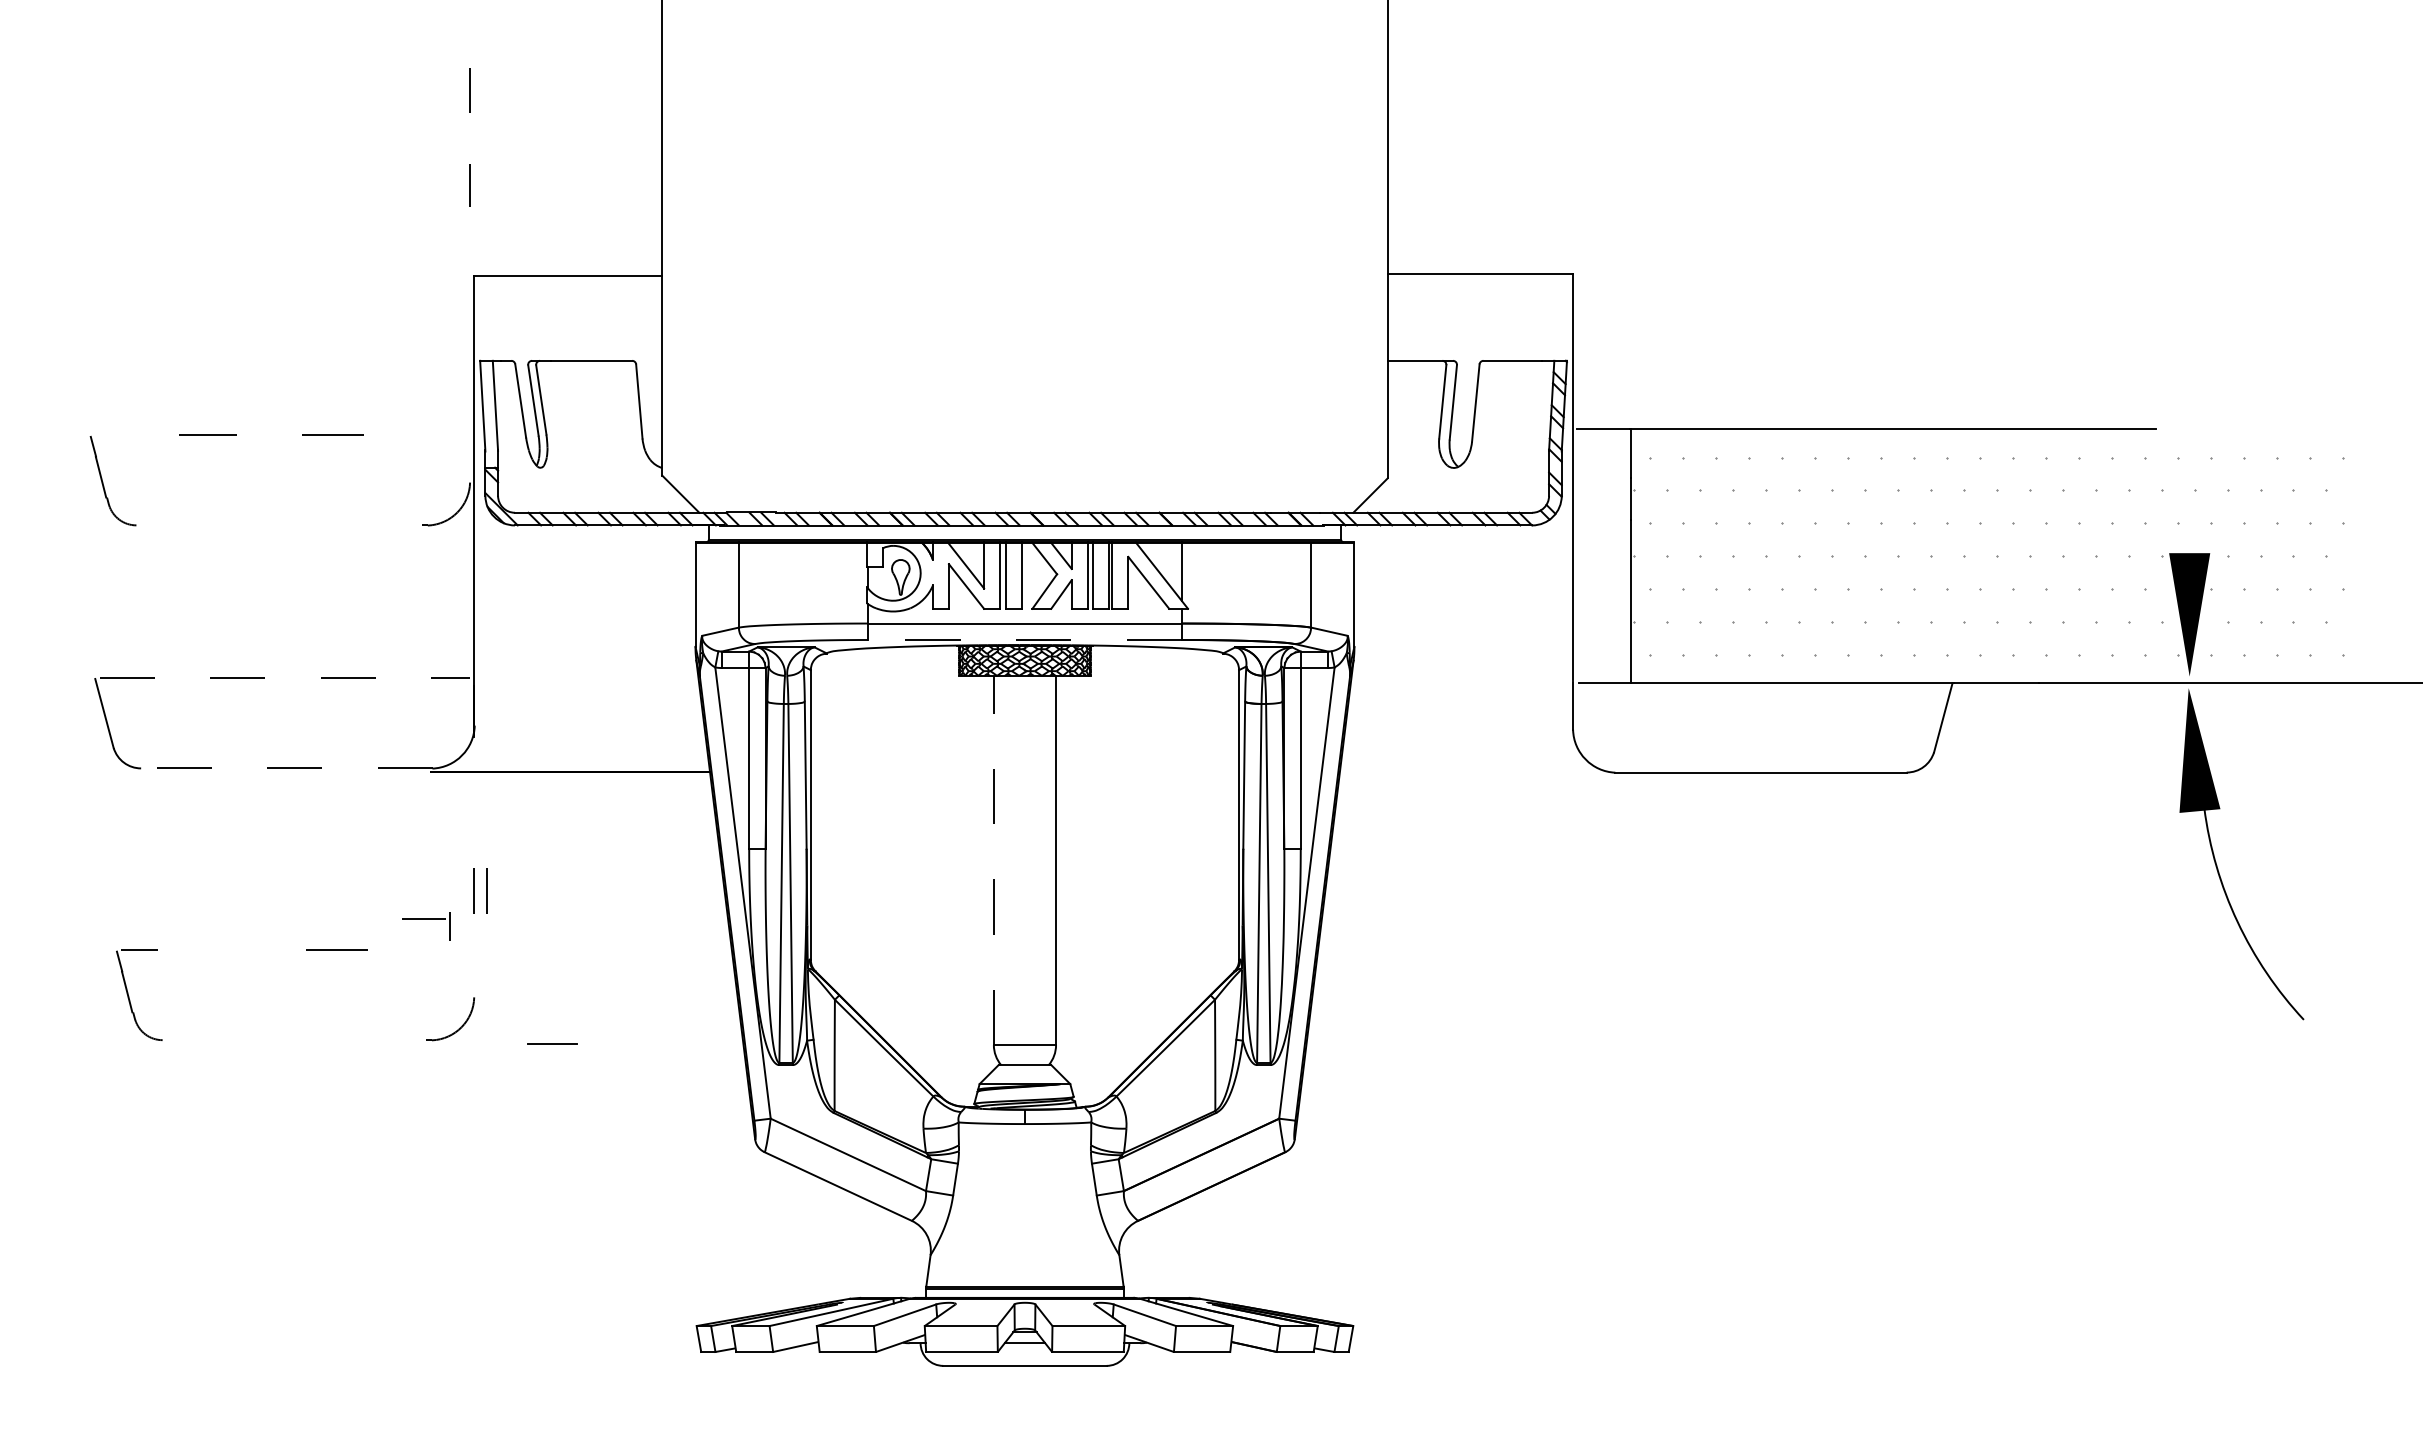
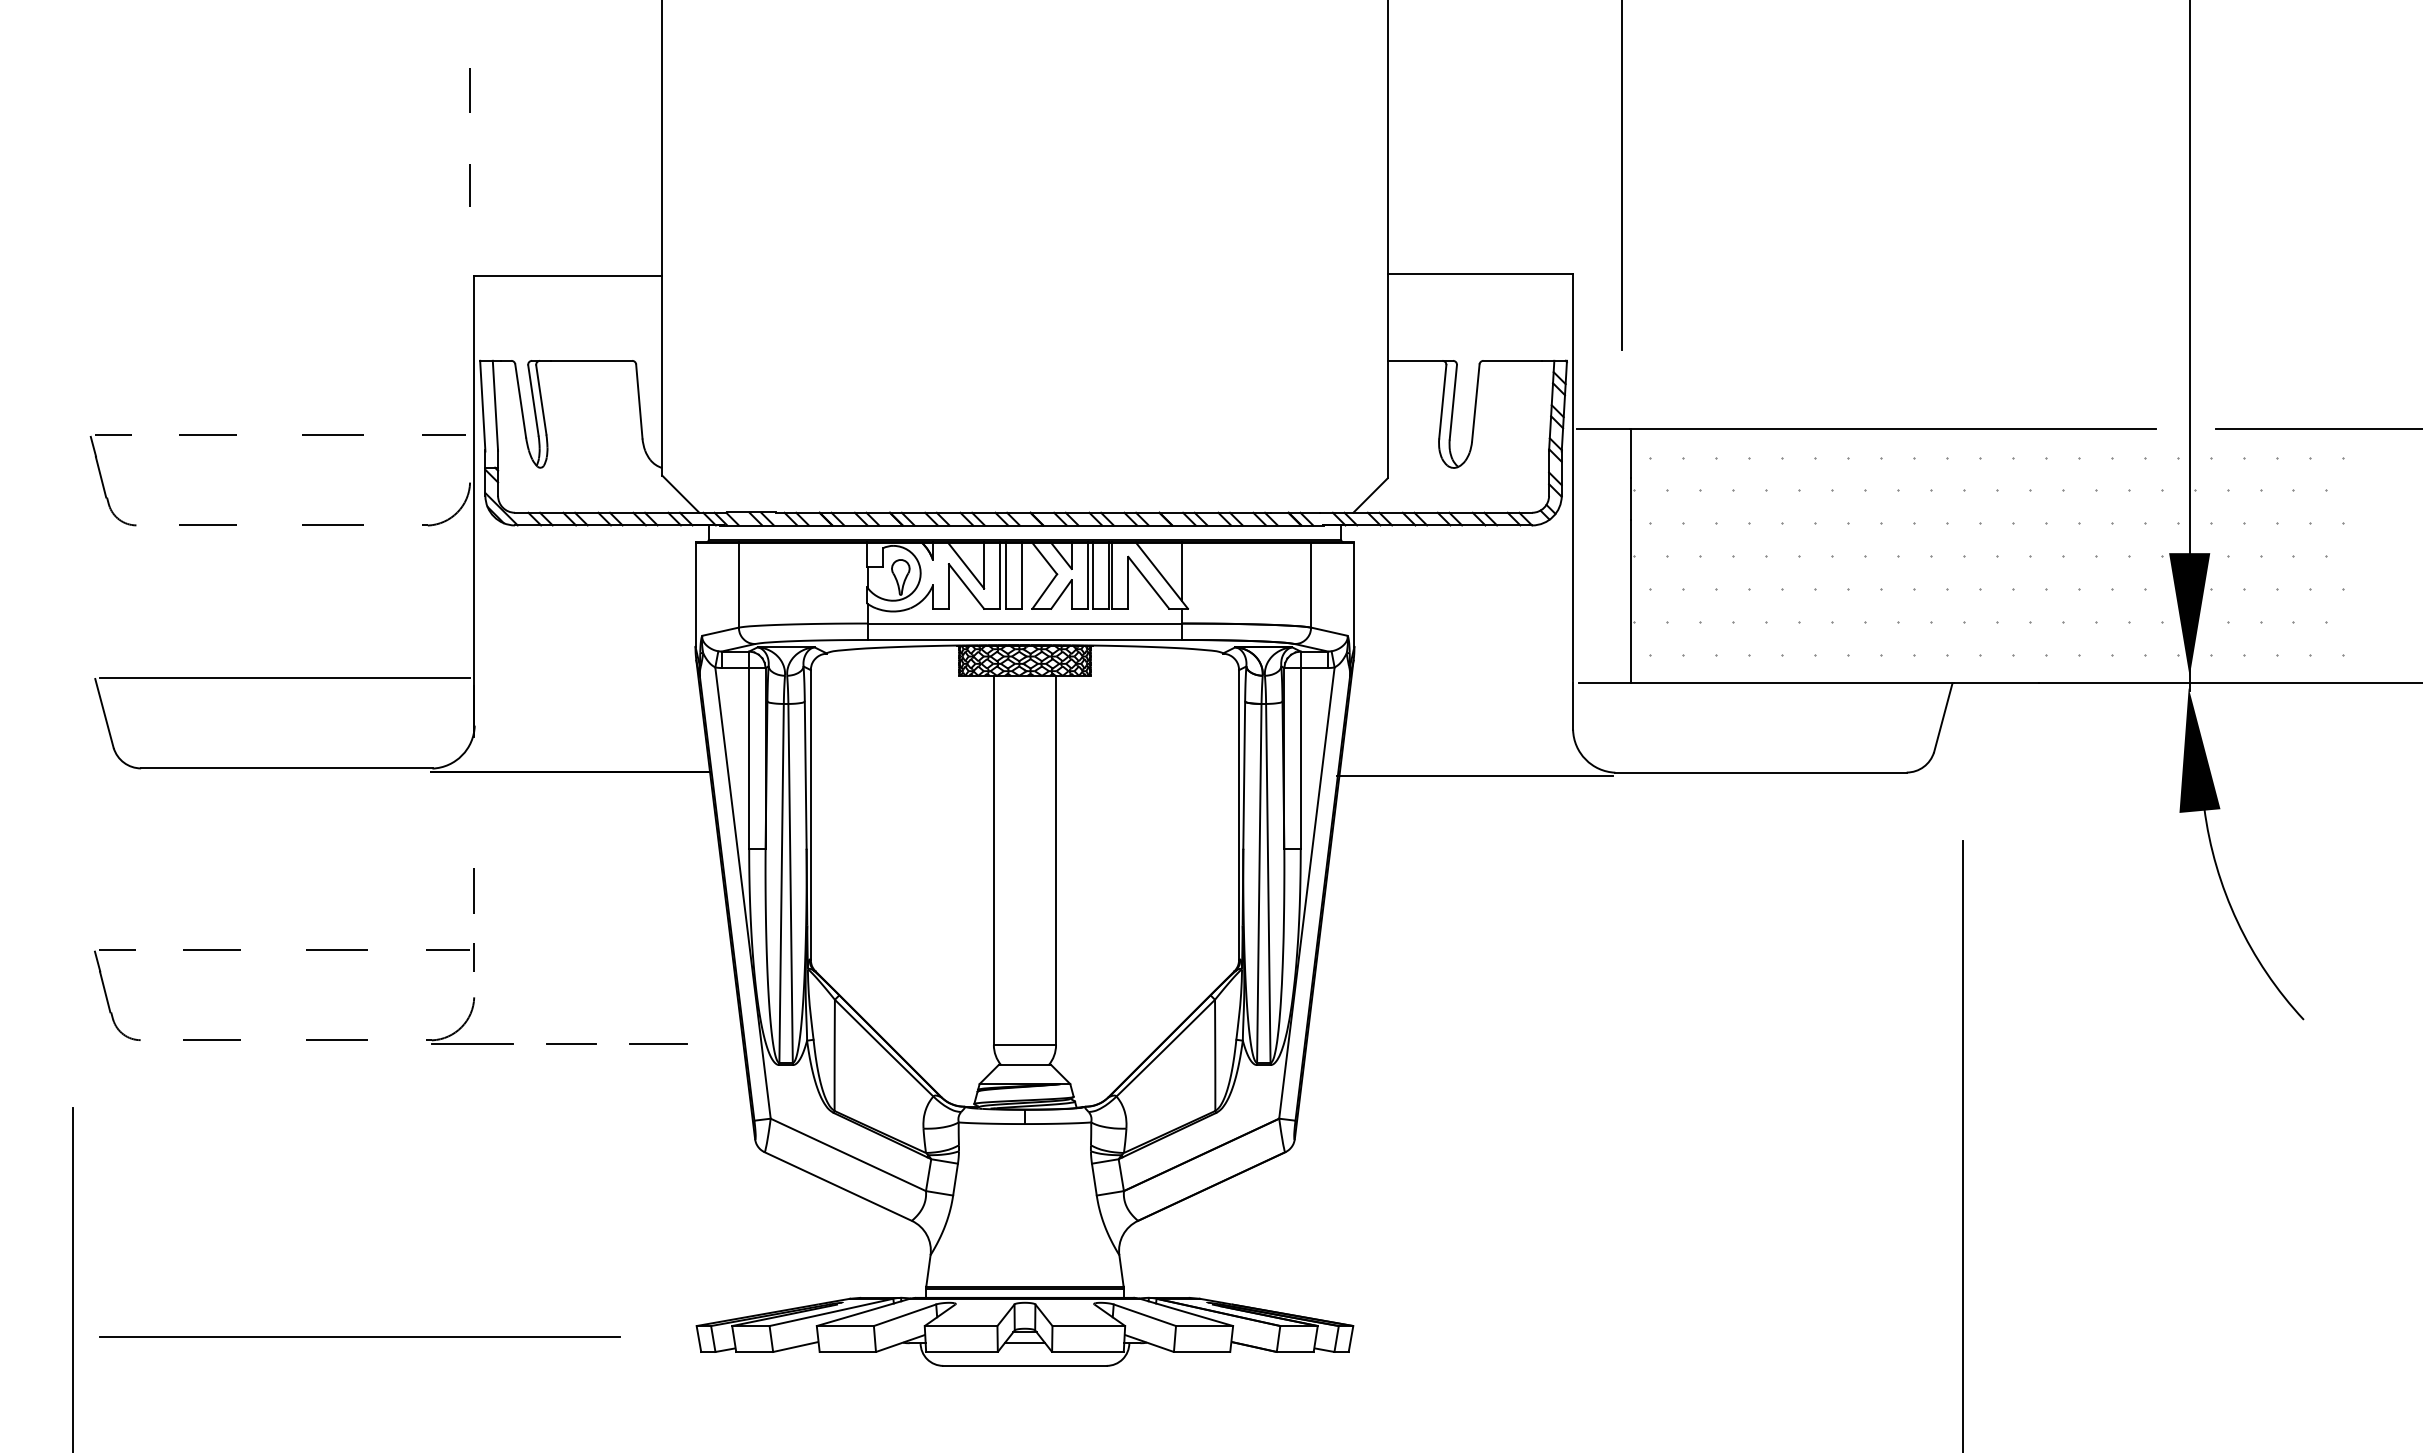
line at (1621, 175): none -> present
line at (2189, 346): none -> present
line at (2317, 428): none -> present
line at (112, 435): none -> present
line at (443, 435): none -> present
line at (207, 525): none -> present
line at (333, 525): none -> present
line at (1024, 640): dashed -> solid
line at (285, 678): dashed -> solid
line at (287, 768): dashed -> solid
line at (1475, 776): none -> present
line at (993, 860): dashed -> solid
line at (486, 890): present -> none
part at (426, 919) position: (426, 919) -> (450, 950)
line at (211, 949): none -> present
part at (129, 996) position: (129, 996) -> (107, 996)
line at (211, 1040): none -> present
line at (337, 1040): none -> present
line at (552, 1043) position: (552, 1043) -> (571, 1043)
line at (472, 1044): none -> present
line at (657, 1044): none -> present
line at (1963, 1145): none -> present
line at (72, 1278): none -> present
line at (359, 1336): none -> present
